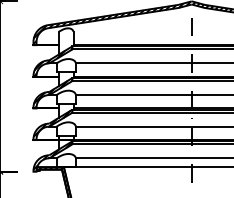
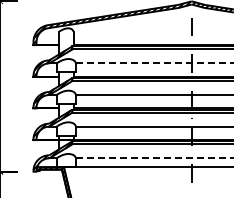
line at (154, 63): solid -> dashed
line at (154, 158): solid -> dashed
